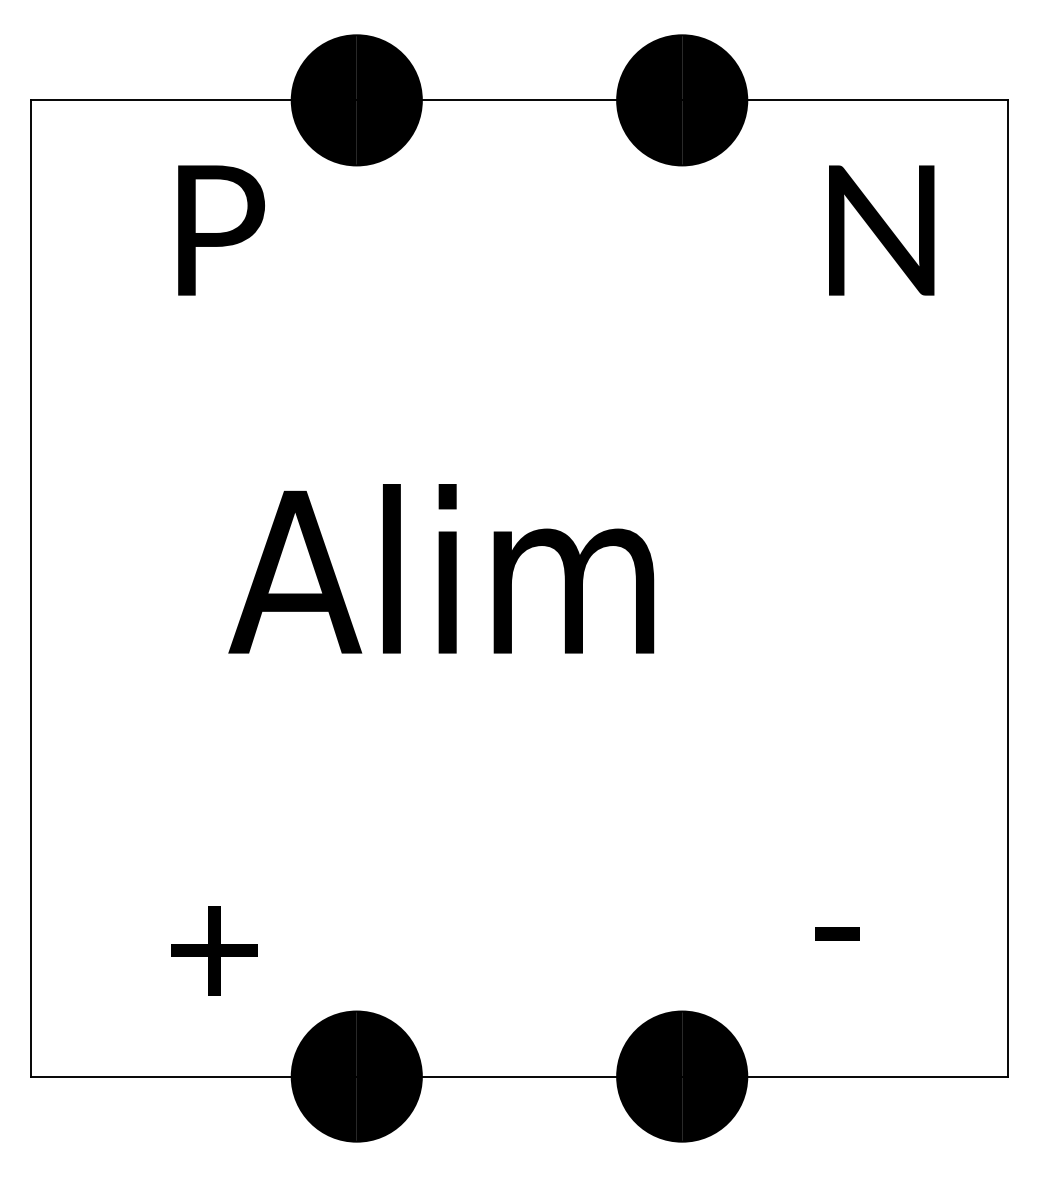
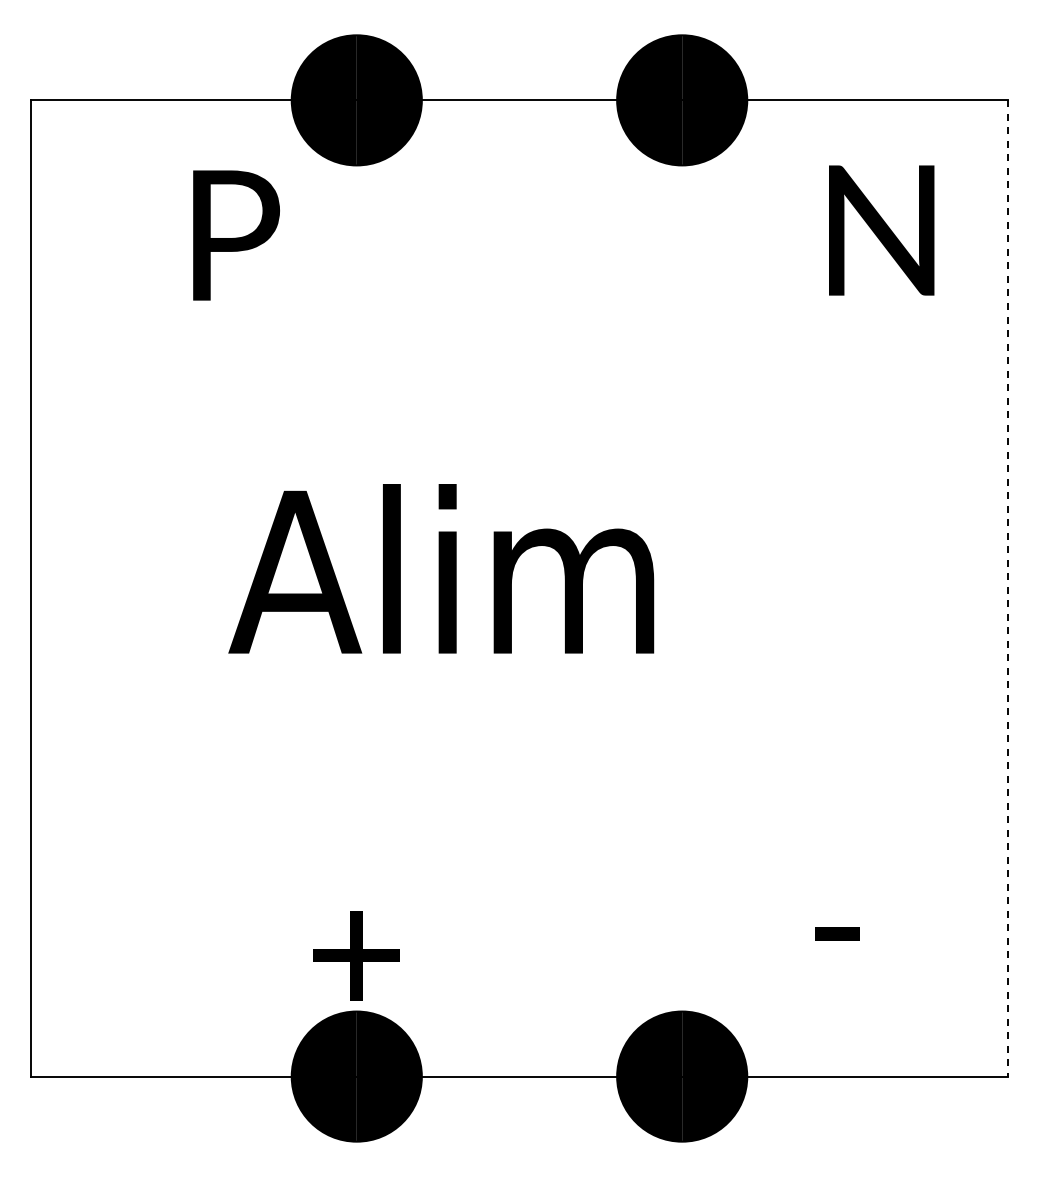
text at (221, 230) position: (221, 230) -> (236, 235)
line at (1007, 588): solid -> dashed
text at (214, 950) position: (214, 950) -> (356, 955)
